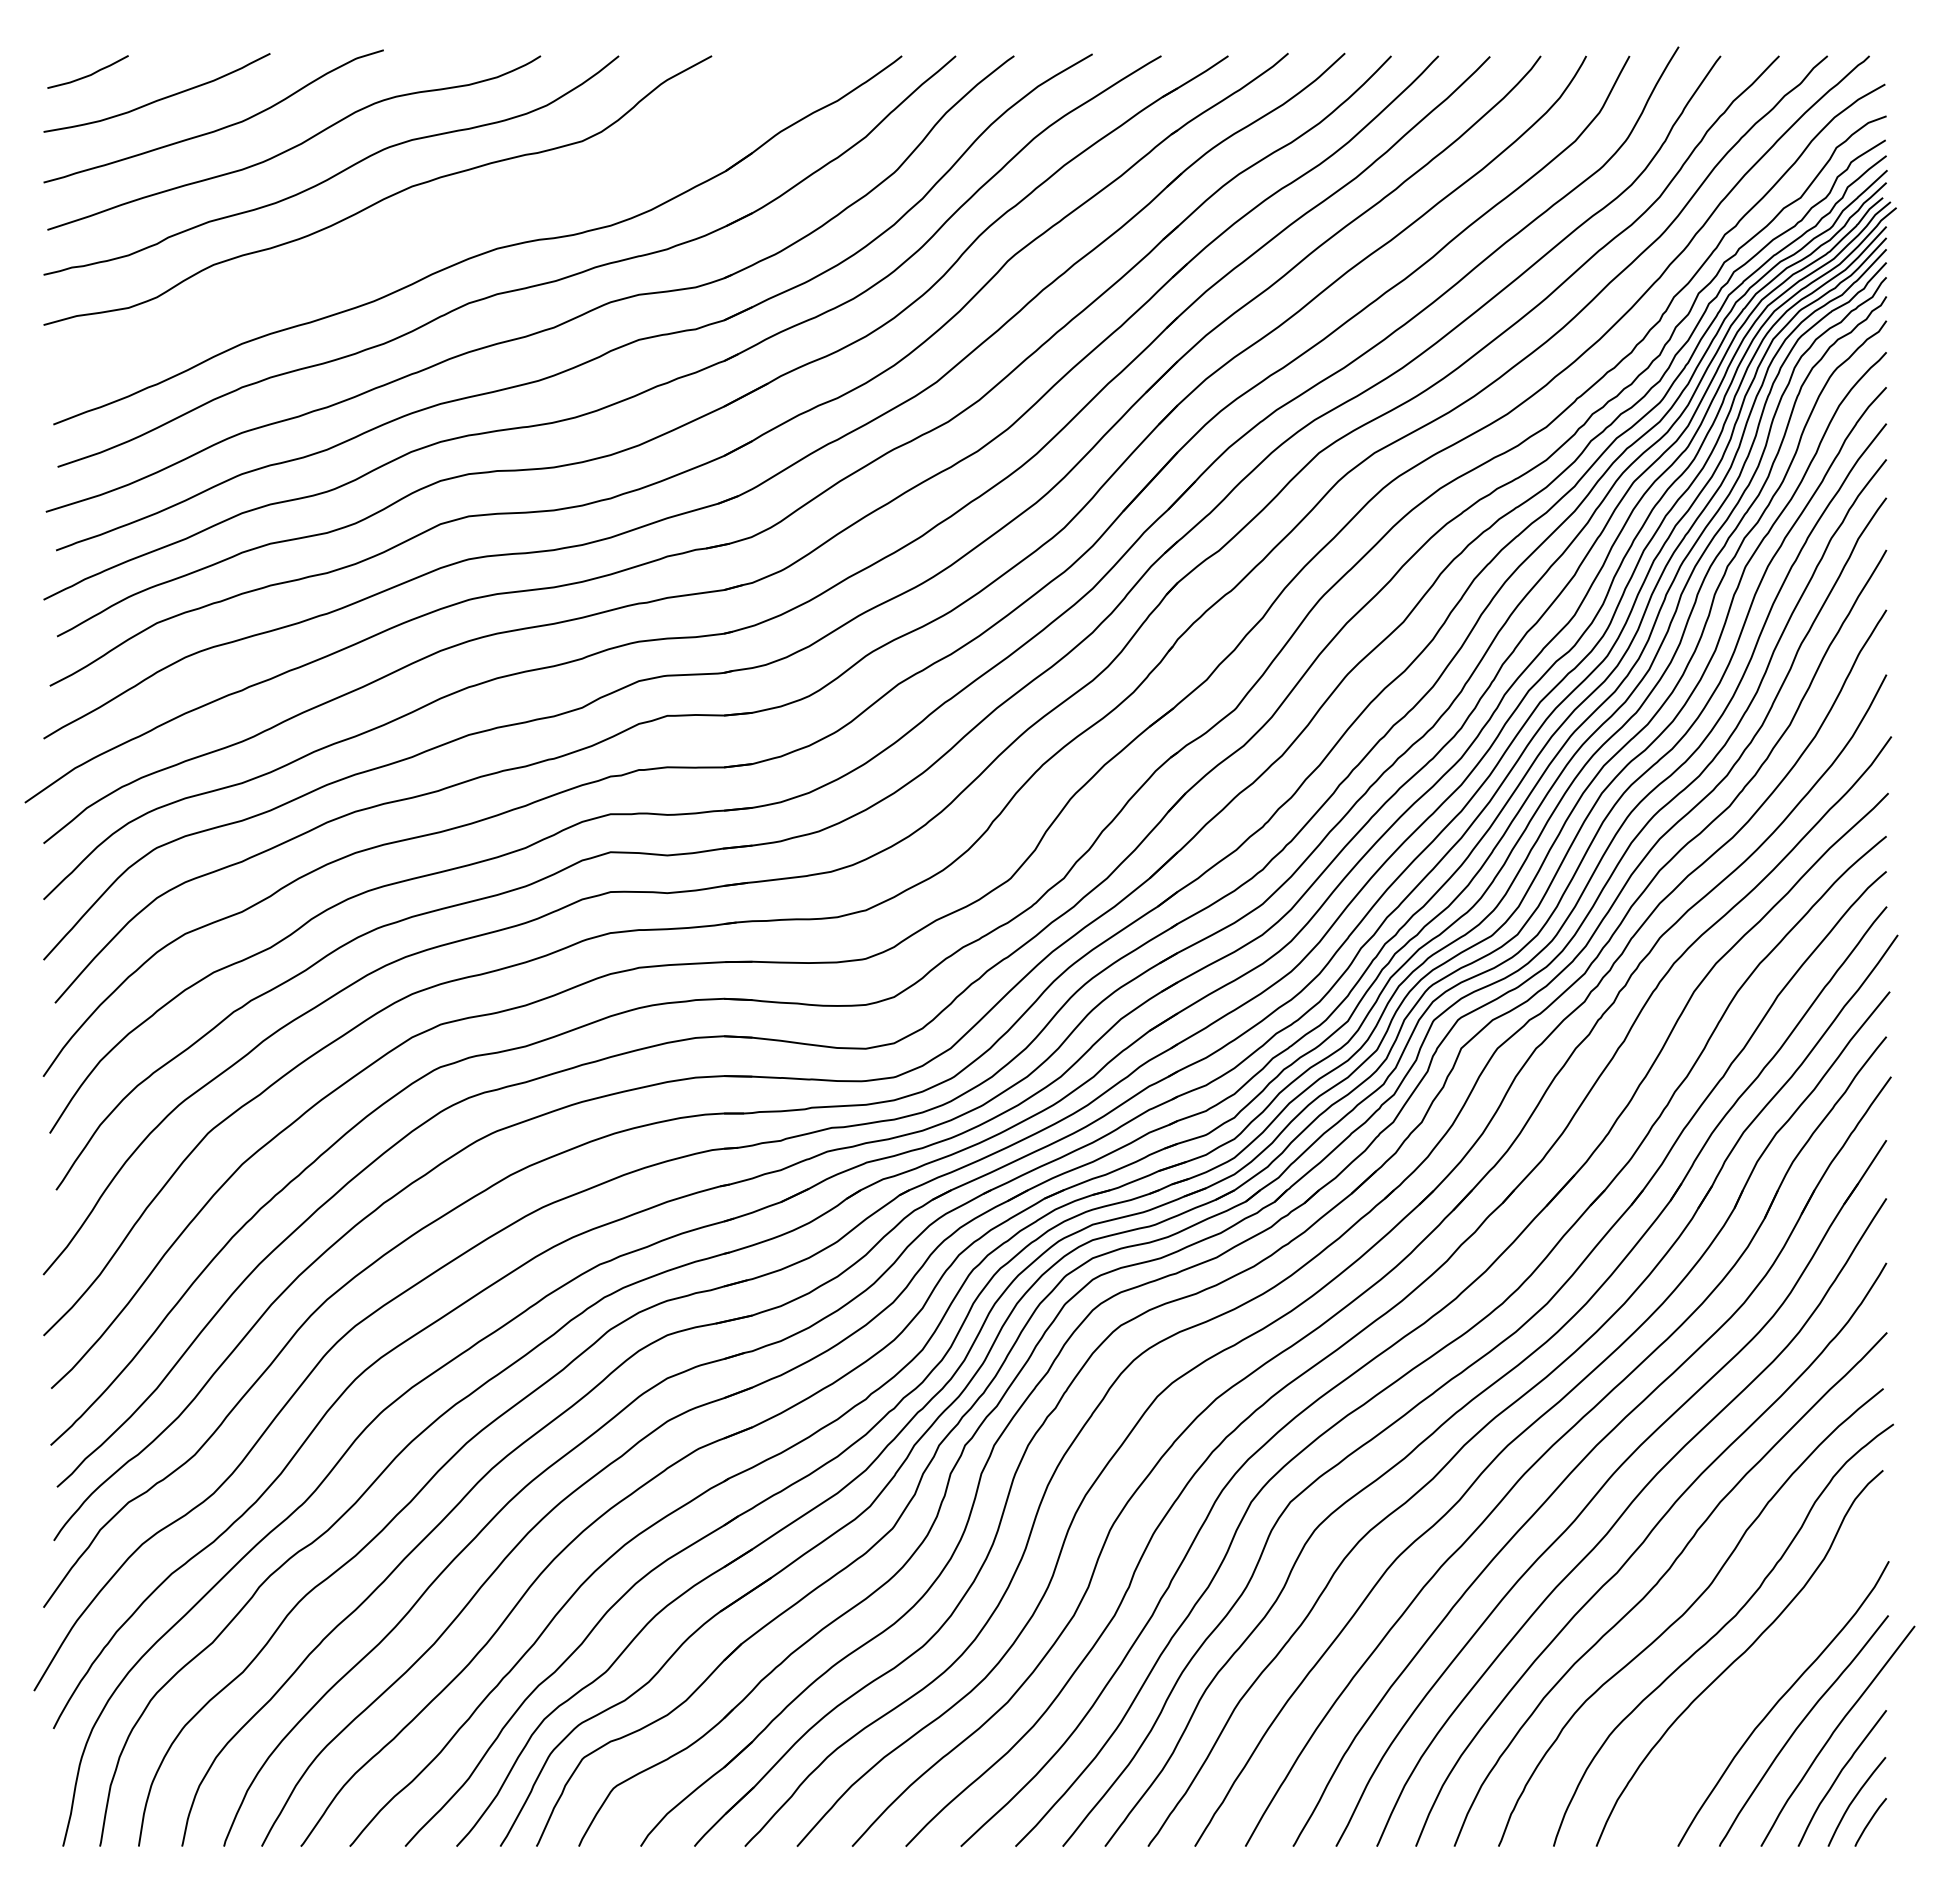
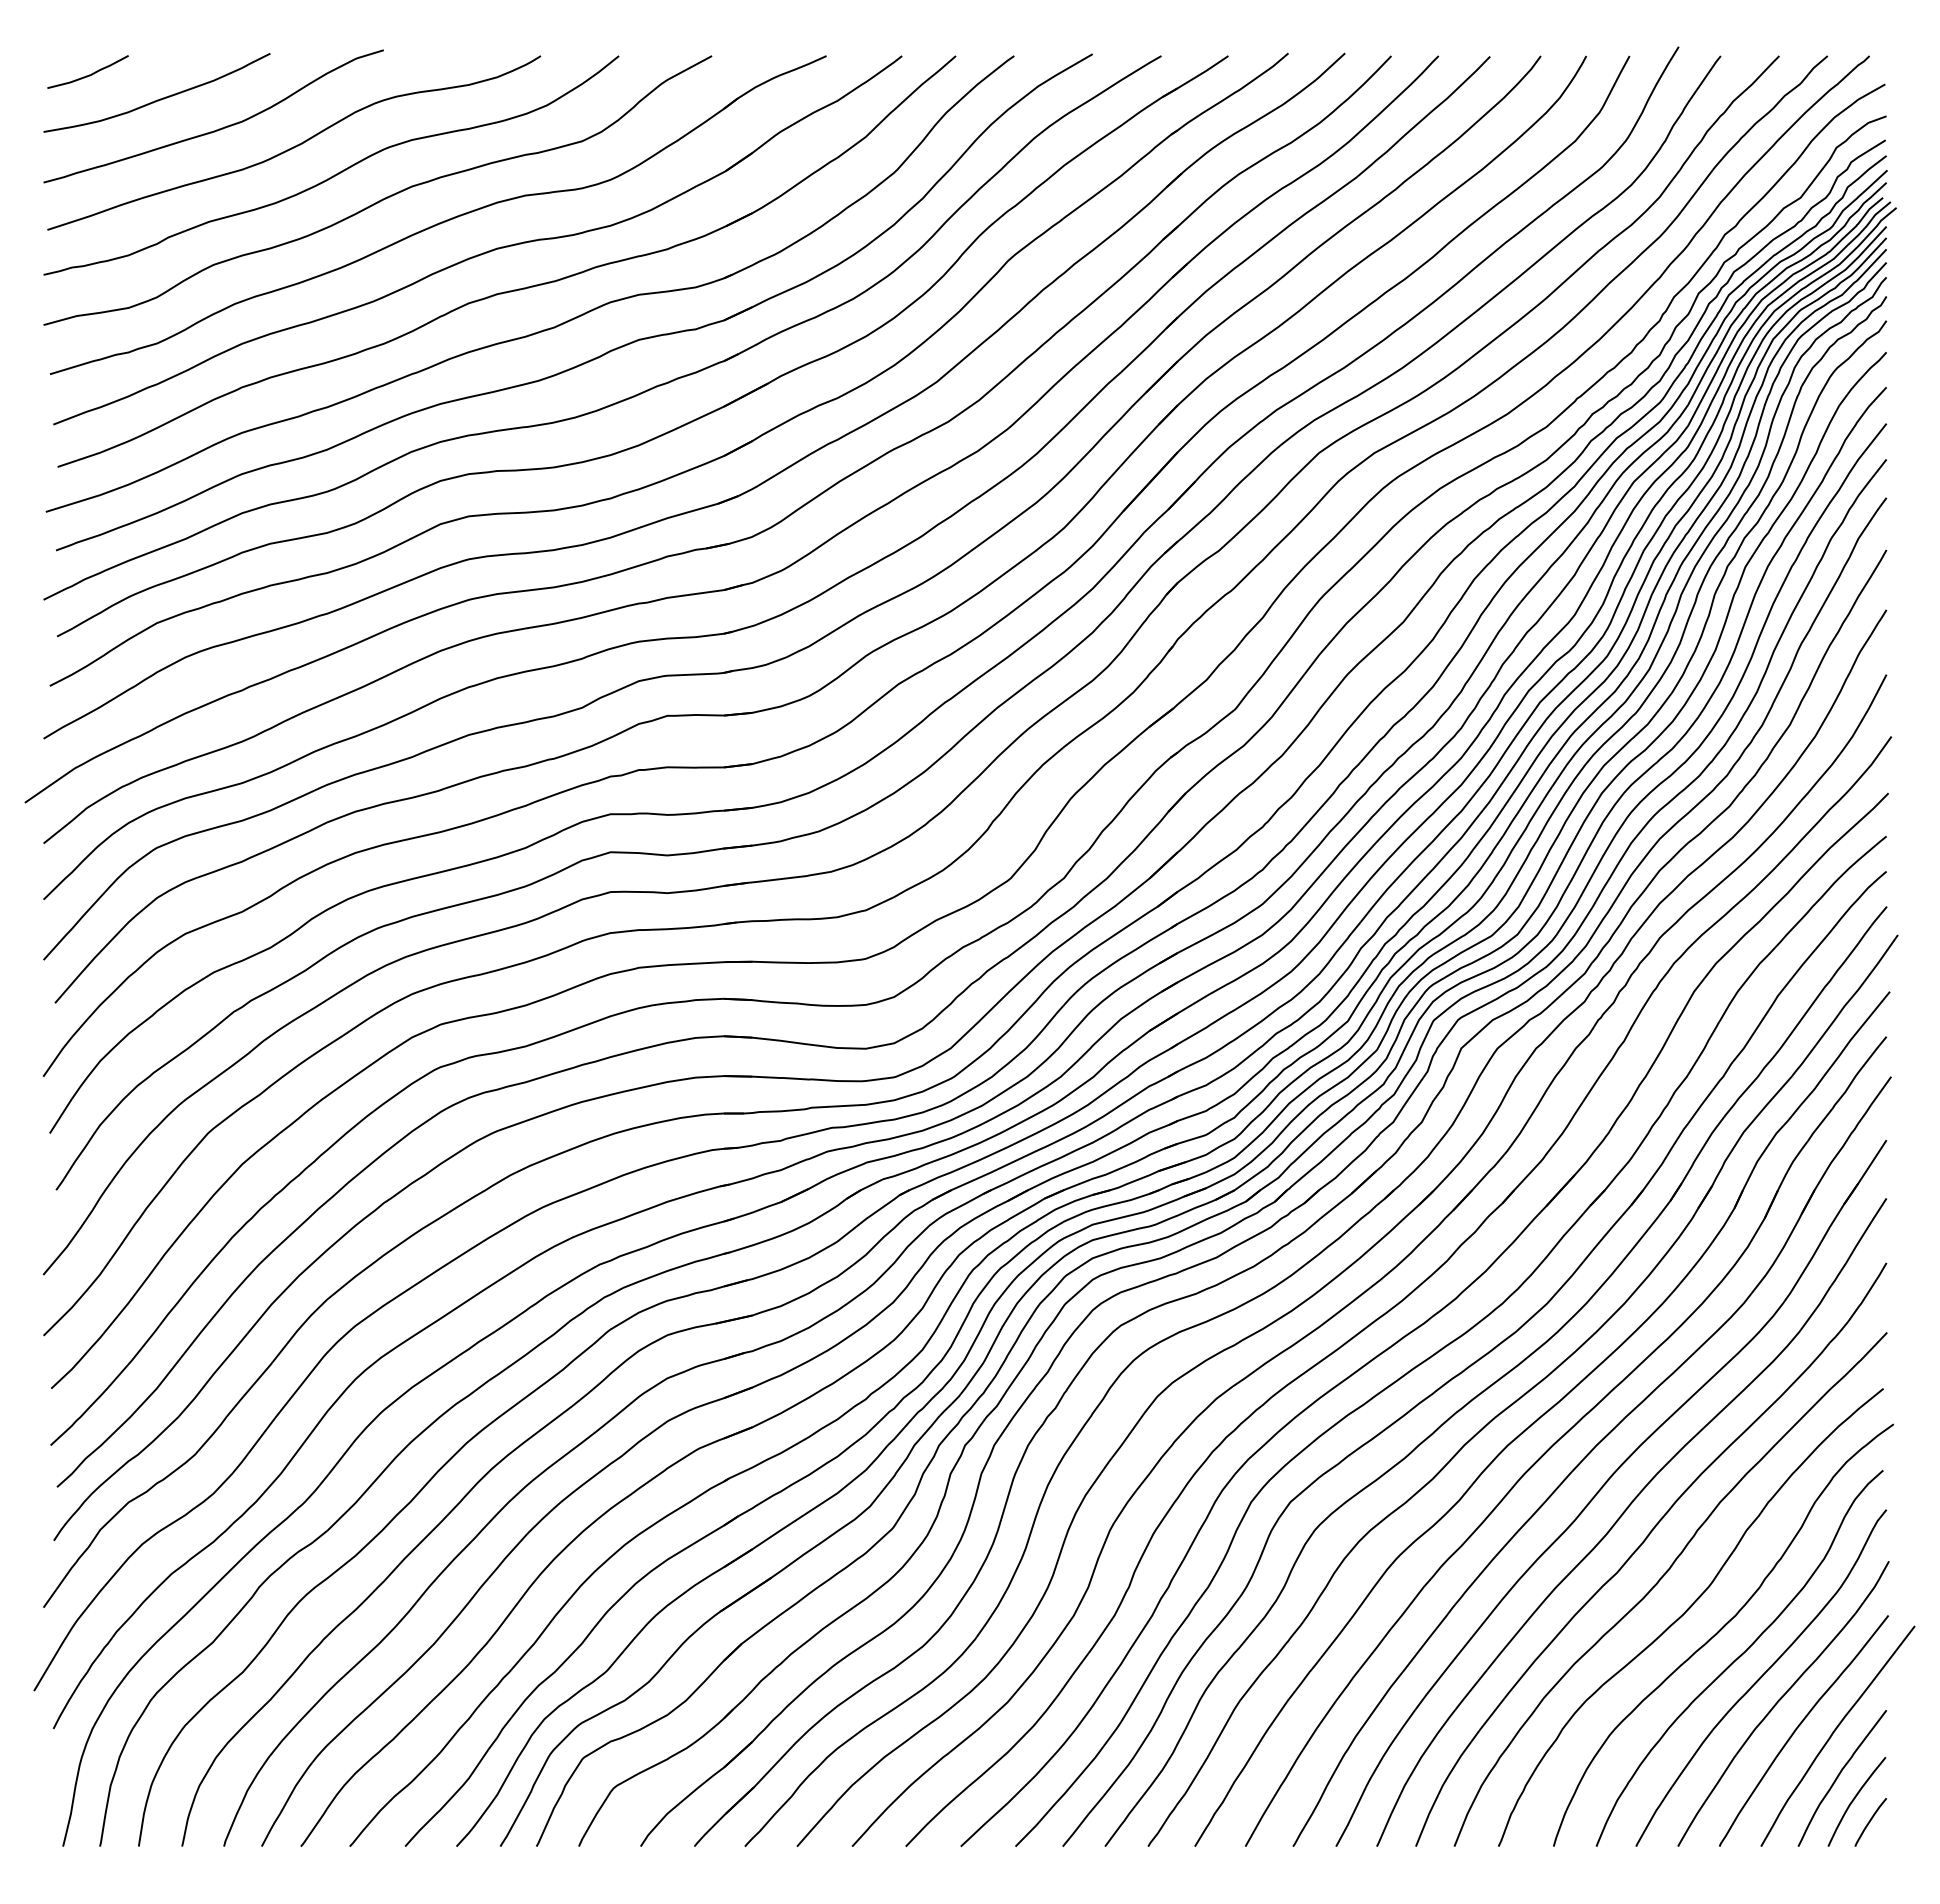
part at (441, 221): none -> present
curve at (1761, 1677): none -> present
